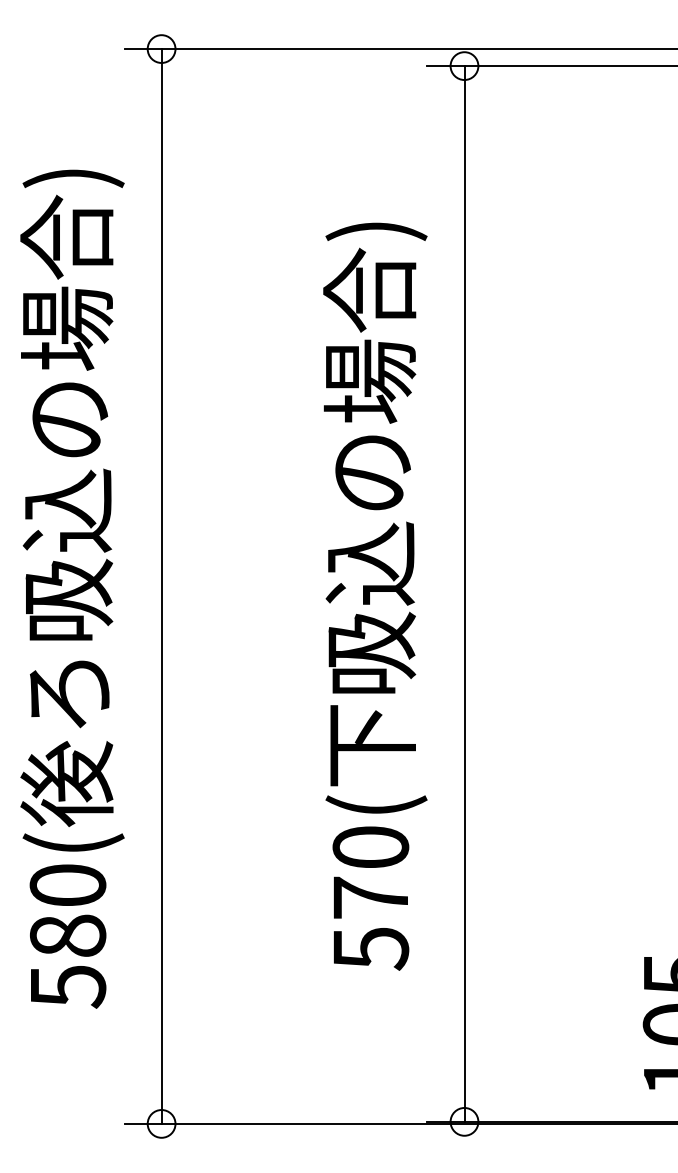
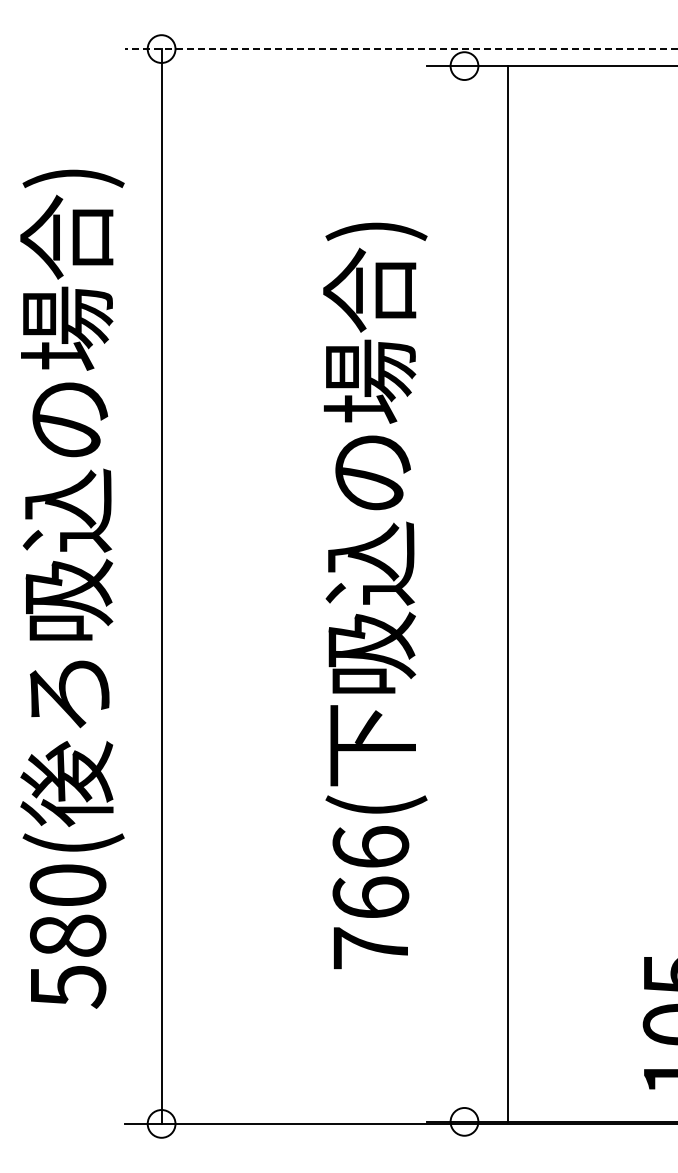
line at (400, 49): solid -> dashed
line at (464, 593) position: (464, 593) -> (507, 593)
text at (370, 898): 570( -> 766(
